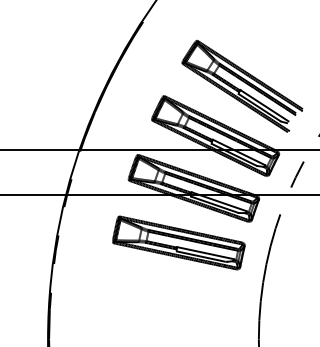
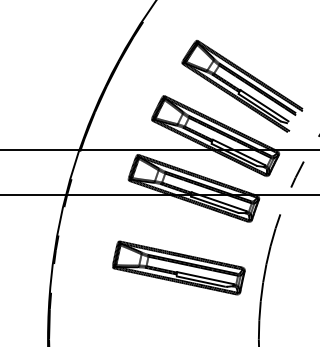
part at (178, 242) position: (178, 242) -> (178, 267)
